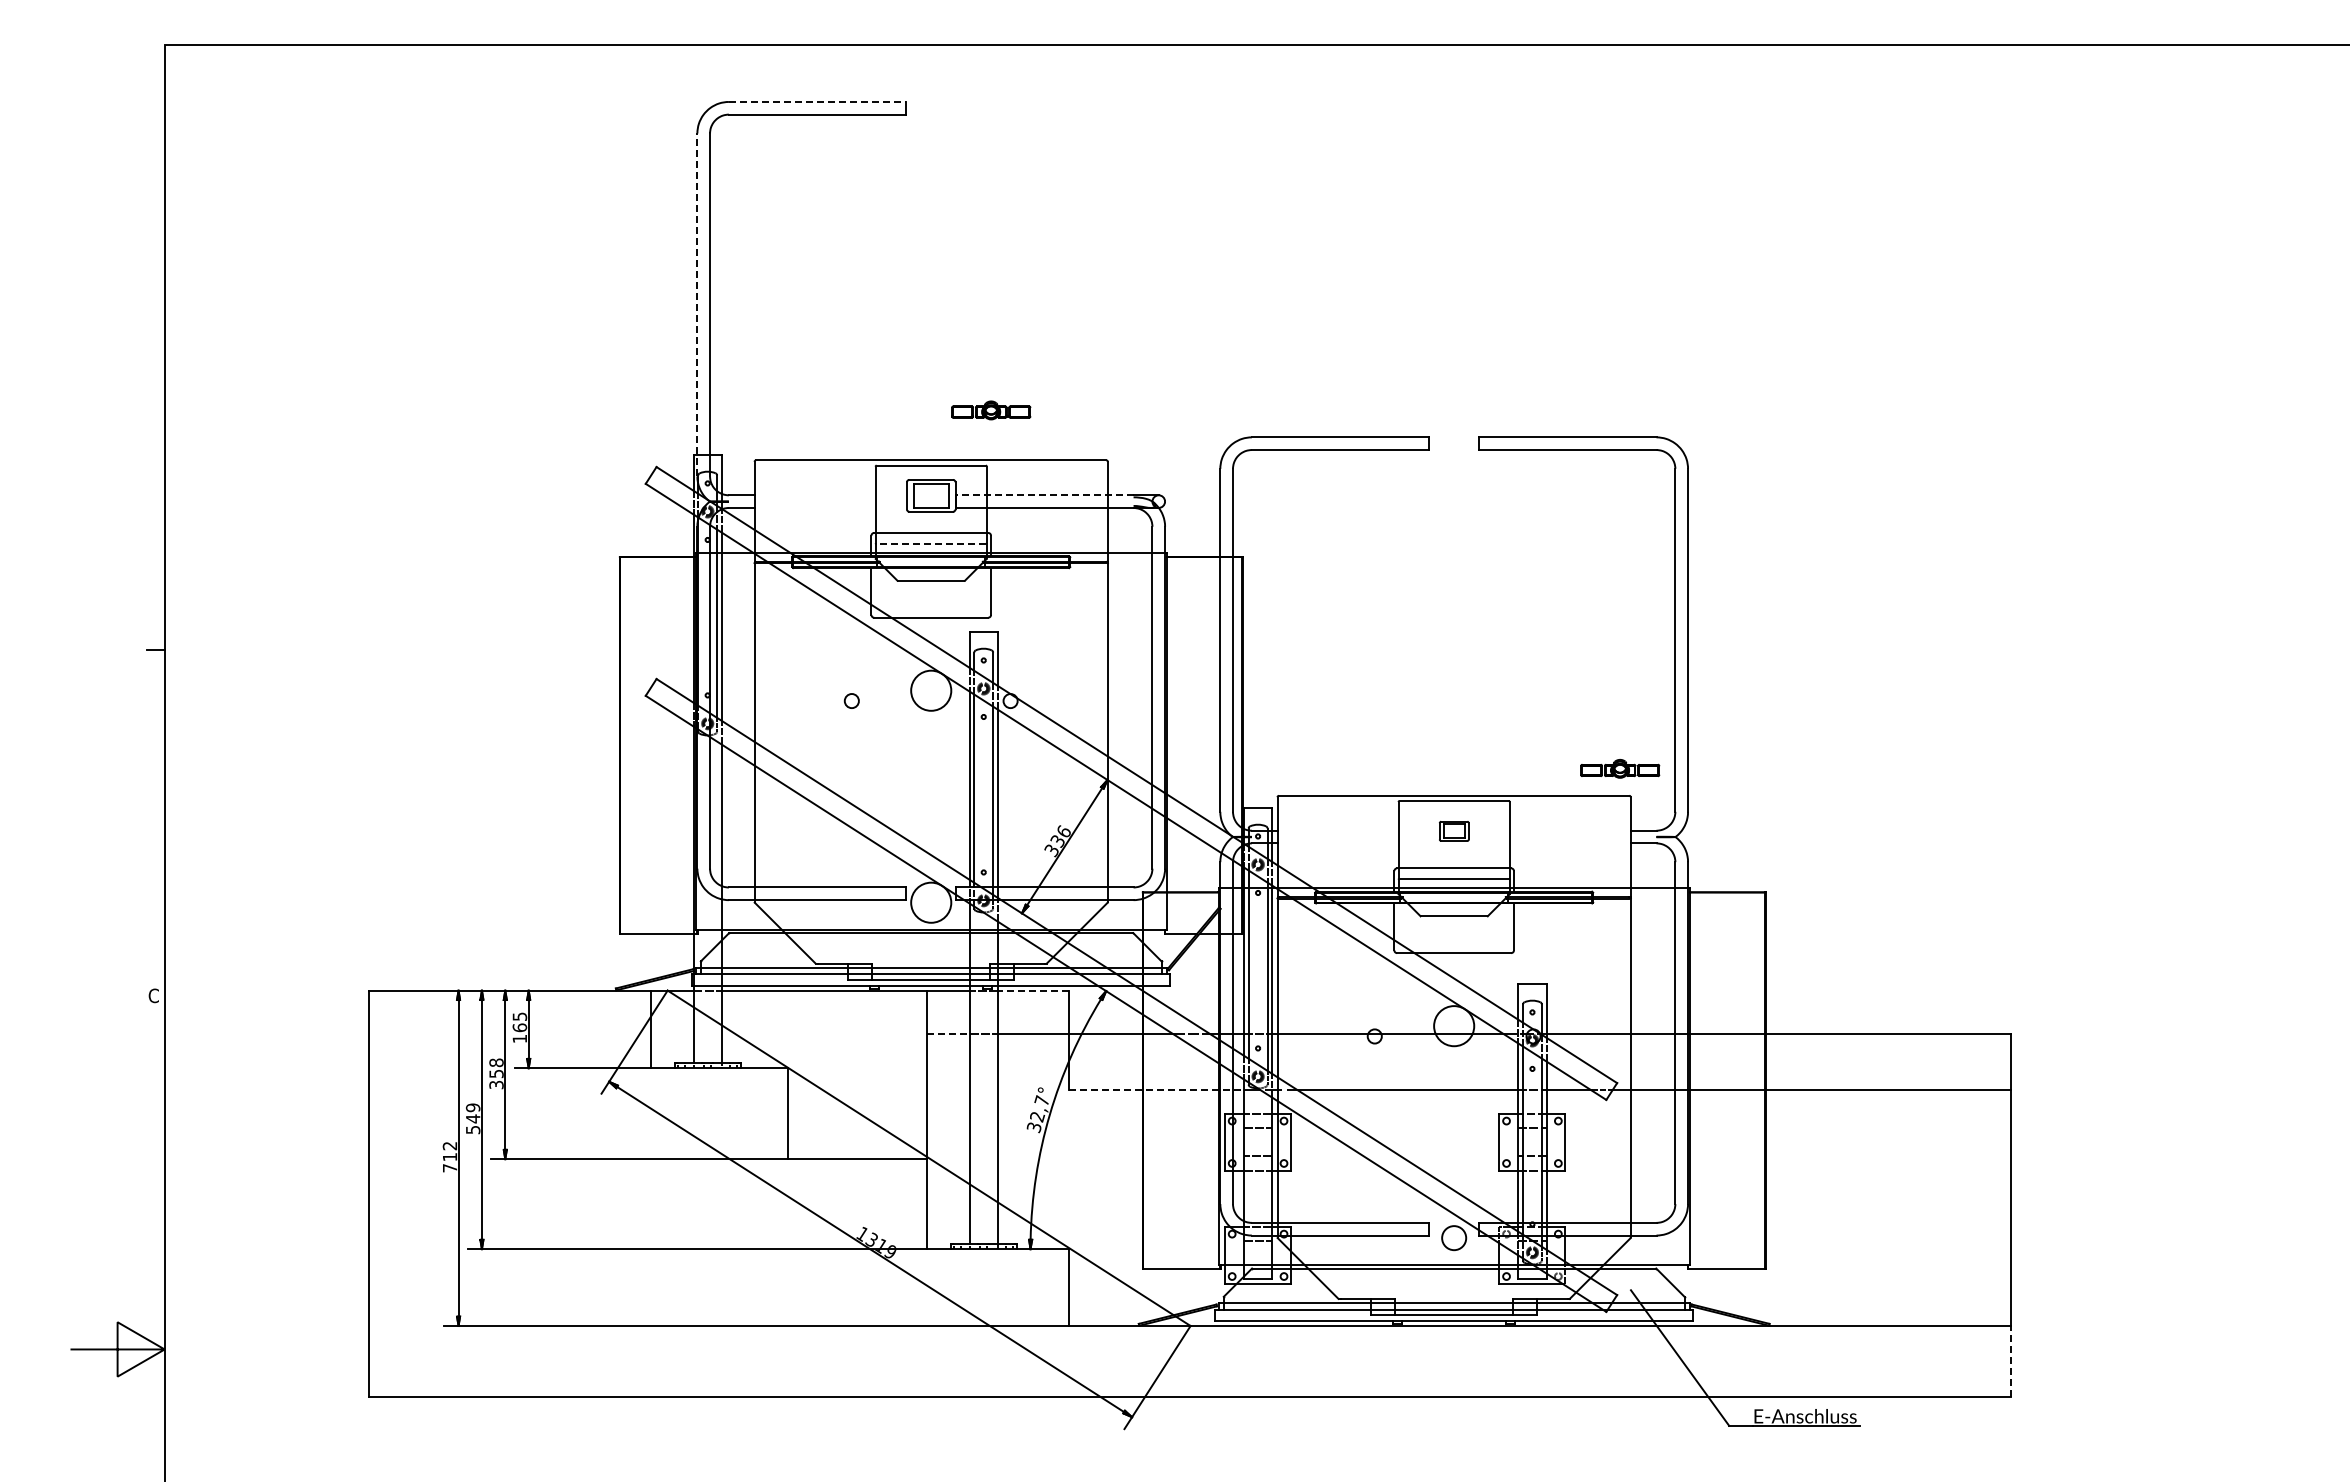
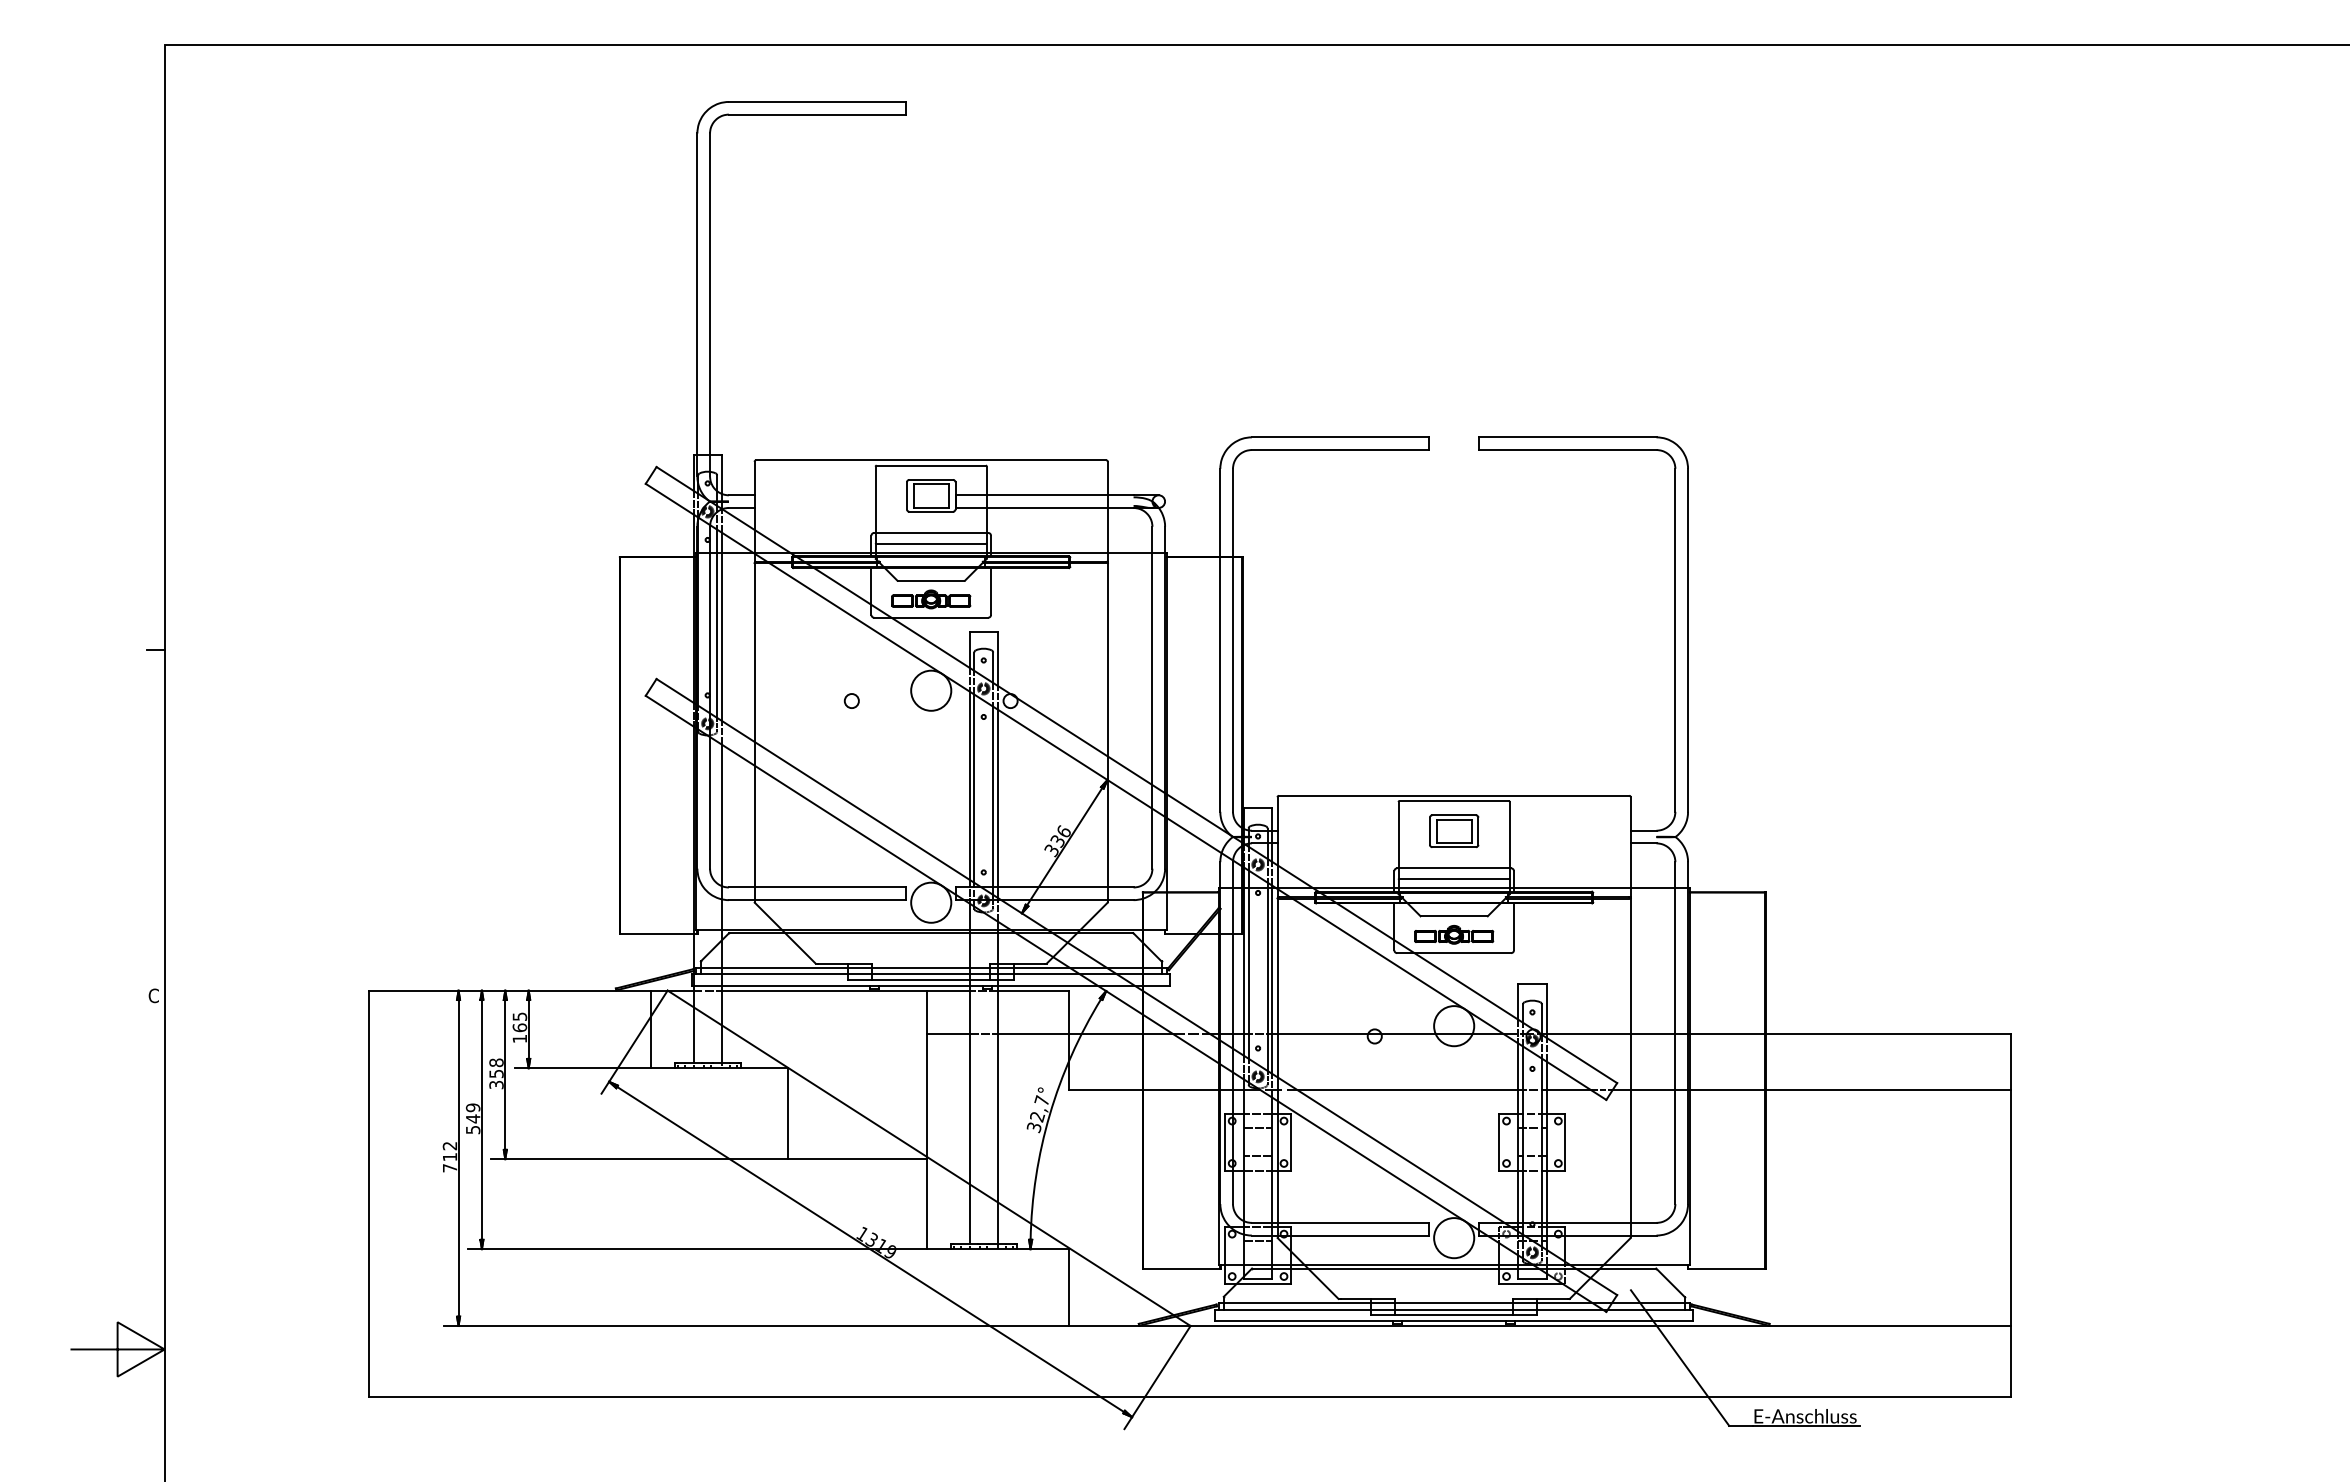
line at (817, 101): dashed -> solid
line at (697, 304): dashed -> solid
part at (991, 410) position: (991, 410) -> (931, 599)
line at (1044, 495): dashed -> solid
line at (931, 543): dashed -> solid
part at (1620, 768) position: (1620, 768) -> (1454, 934)
part at (1454, 831) size: 31x21 px -> 51x35 px
line at (1032, 990): dashed -> solid
line at (948, 1033): dashed -> solid
line at (1156, 1090): dashed -> solid
circle at (1454, 1238) diameter: 24 px -> 40 px
line at (2010, 1360): dashed -> solid
